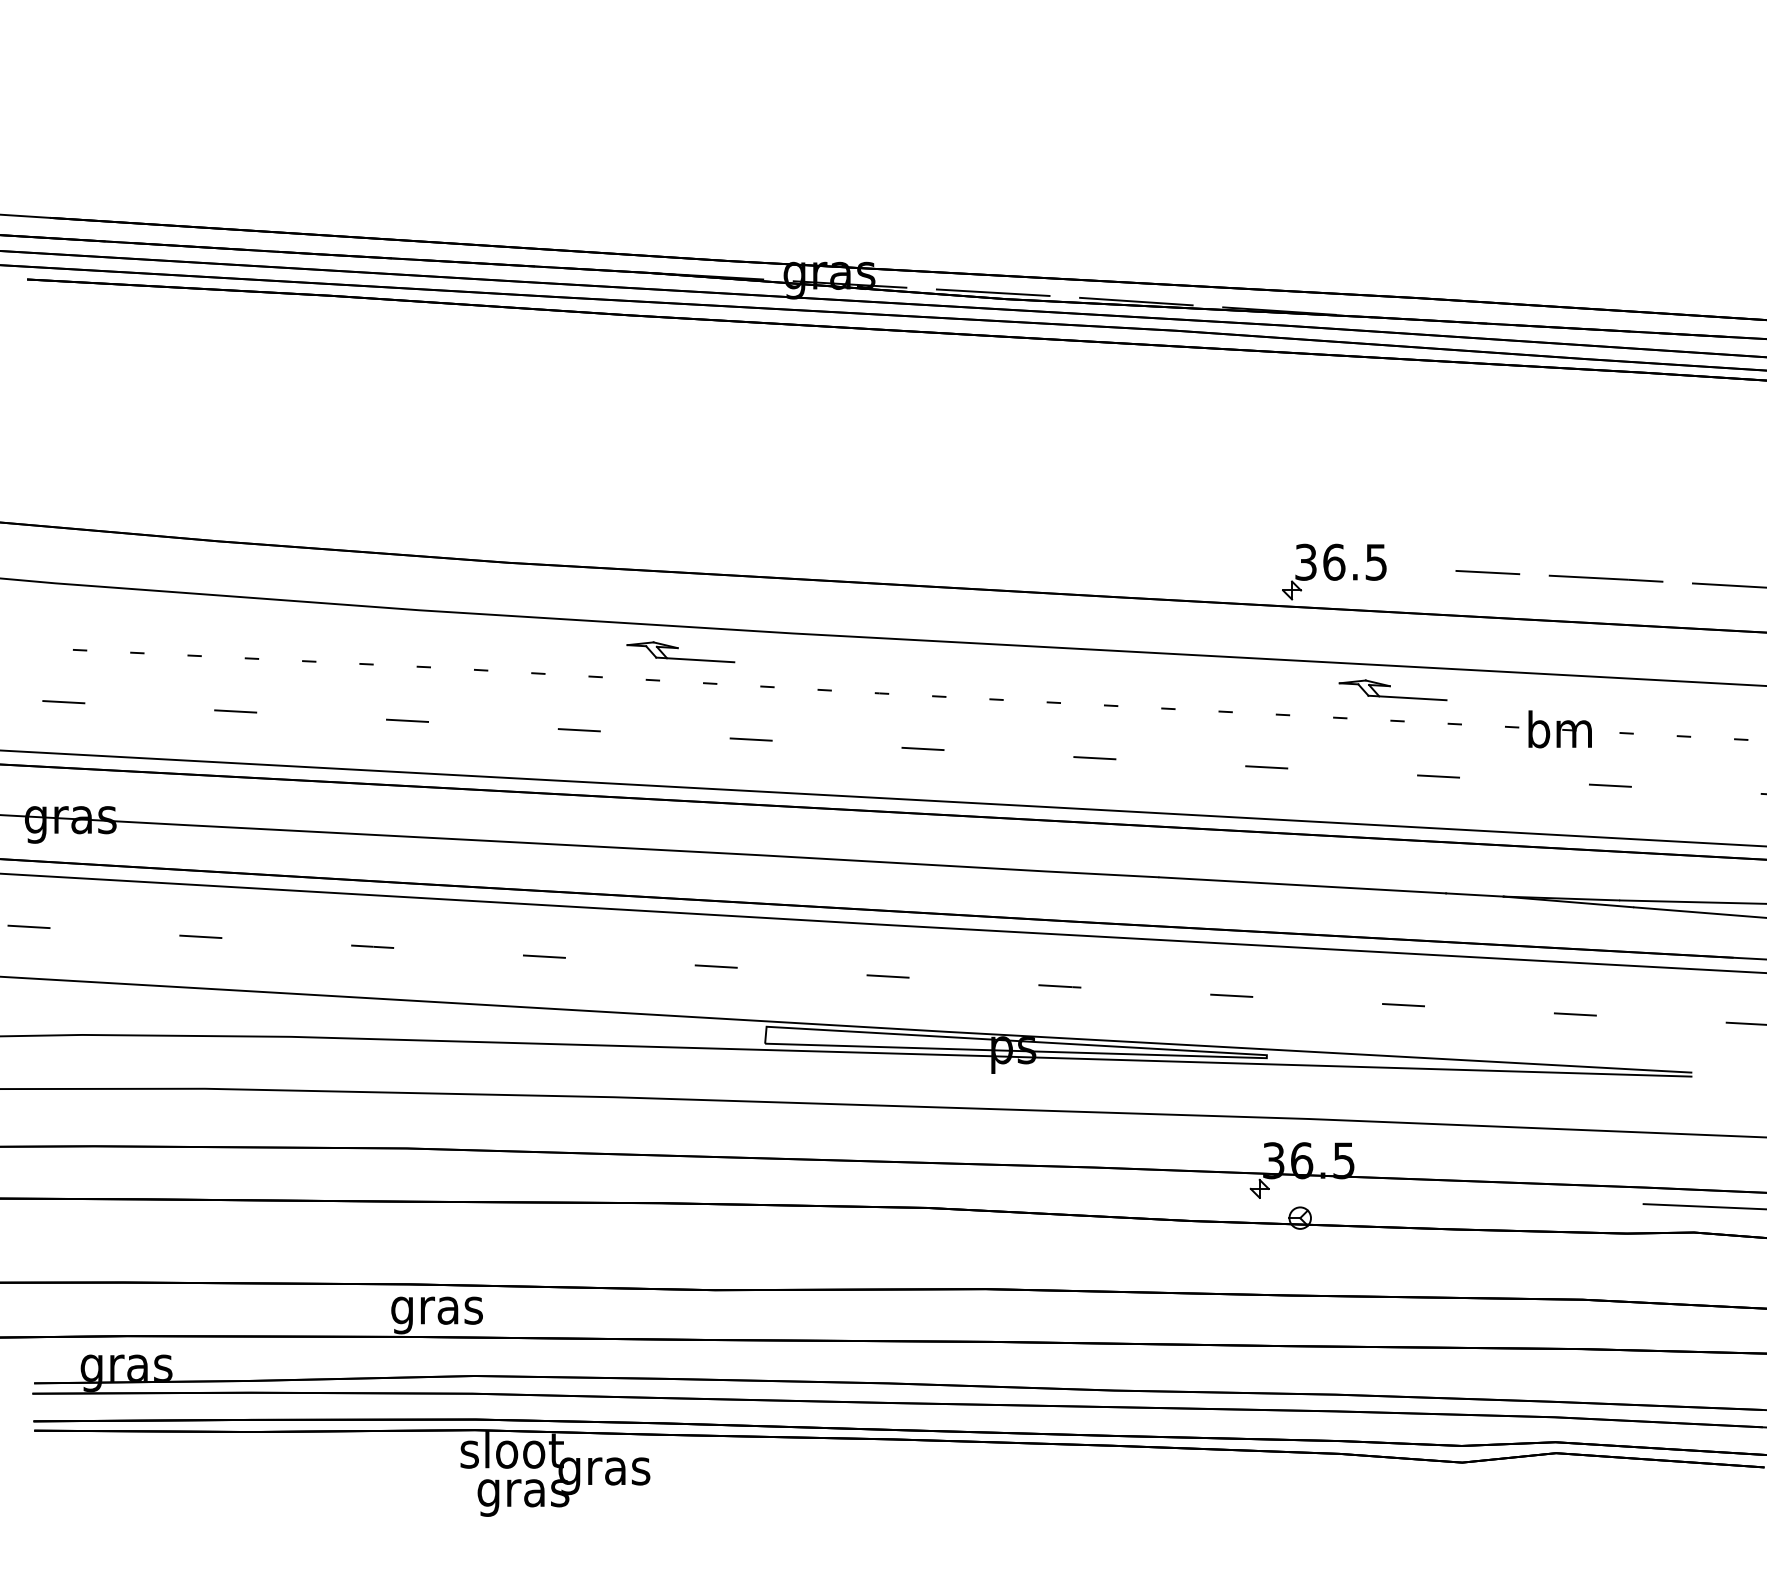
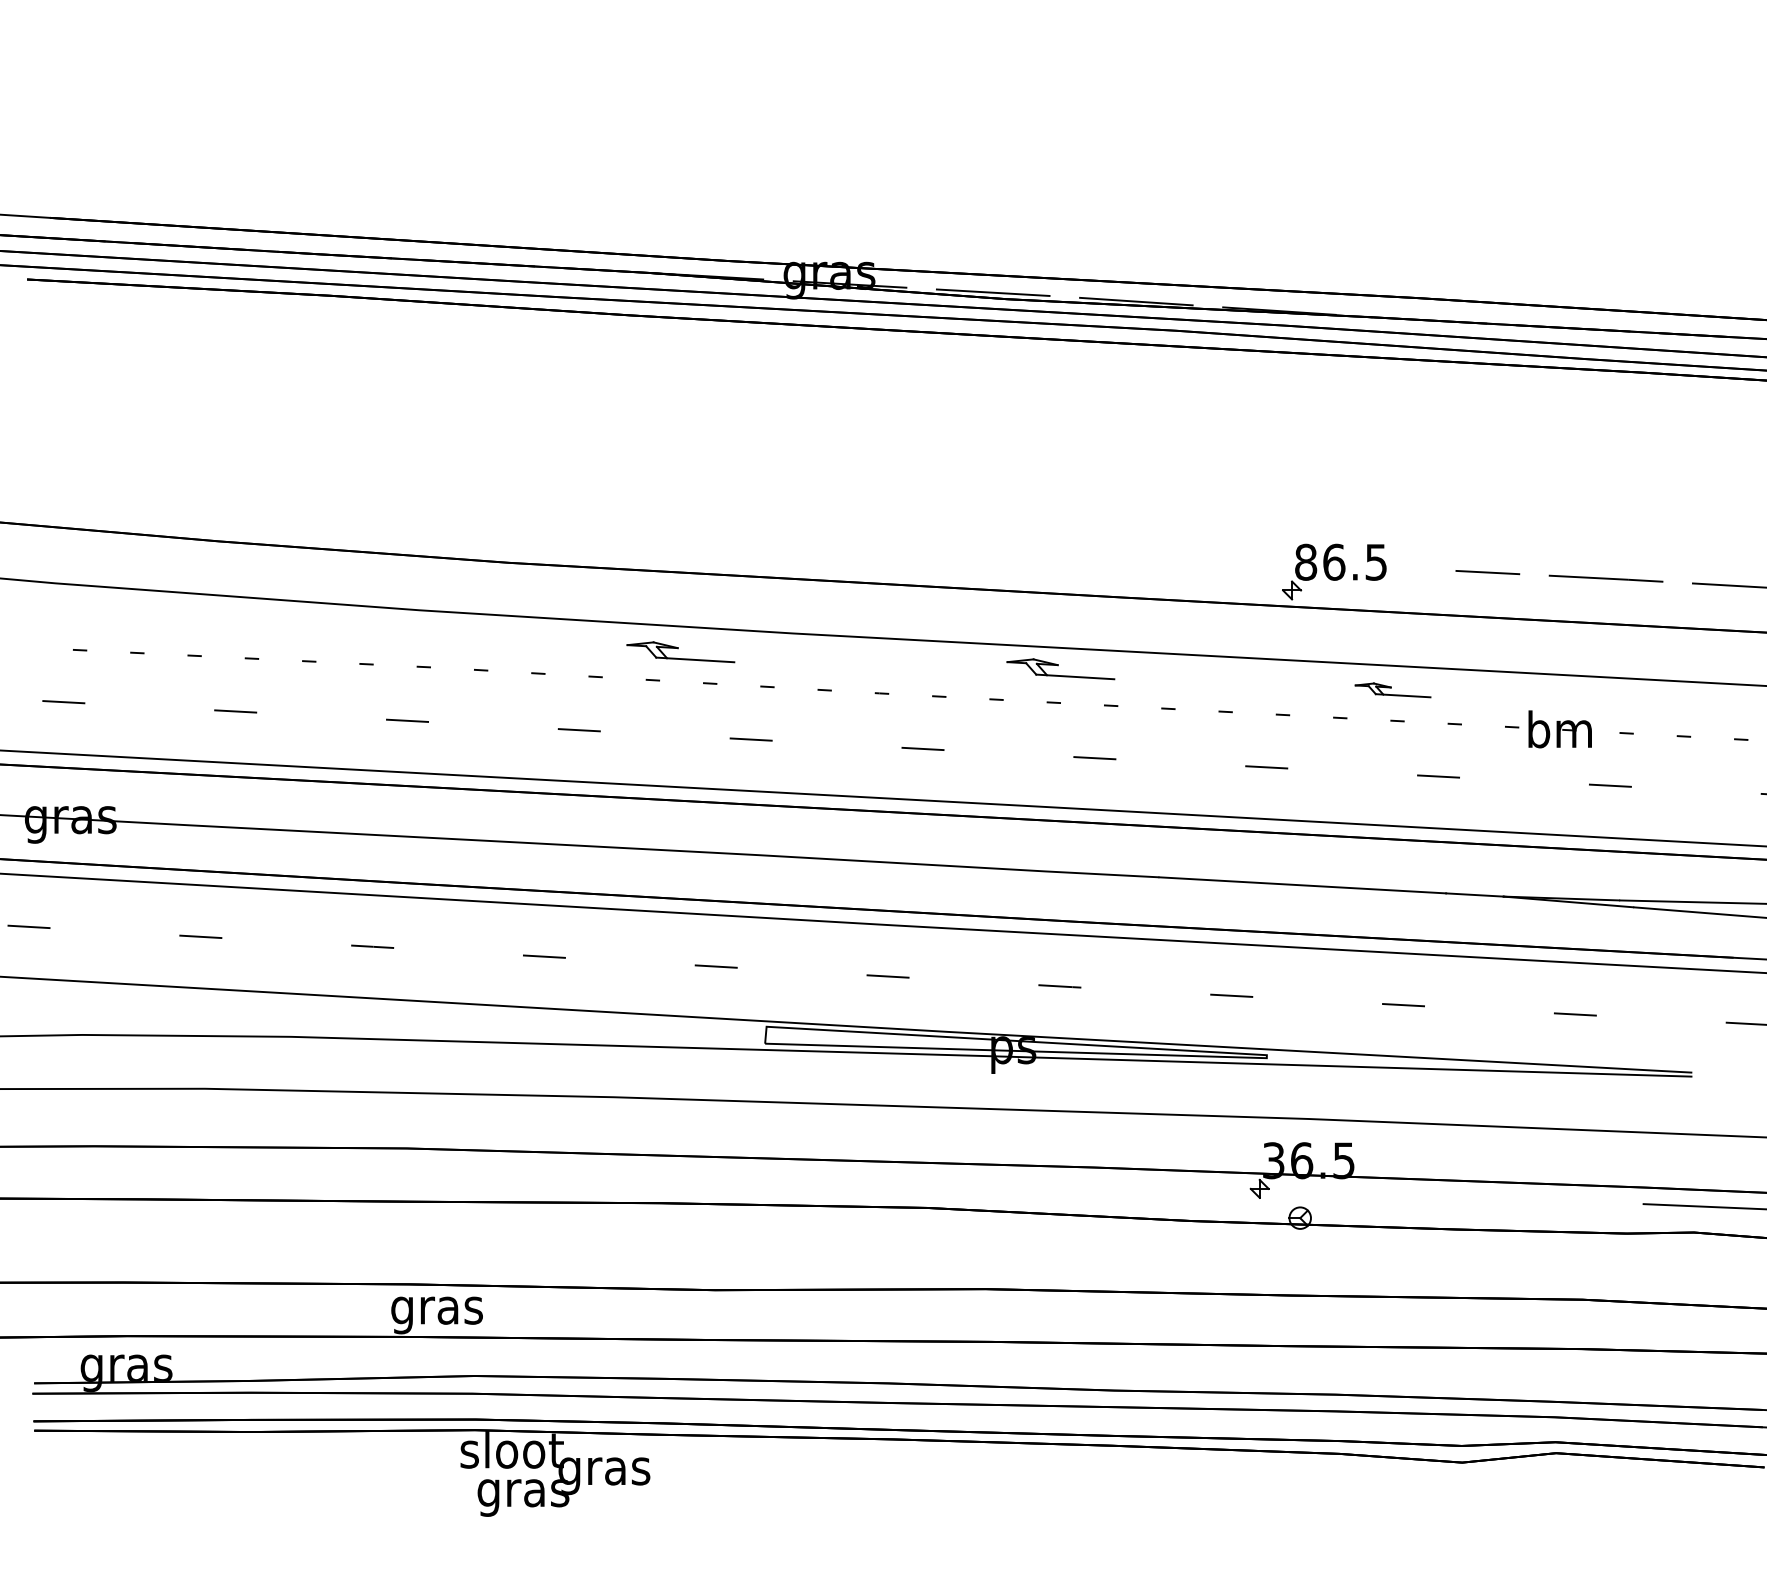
text at (1306, 561): 36.5 -> 86.5
part at (1060, 669): none -> present
part at (1392, 690) size: 110x23 px -> 78x17 px
